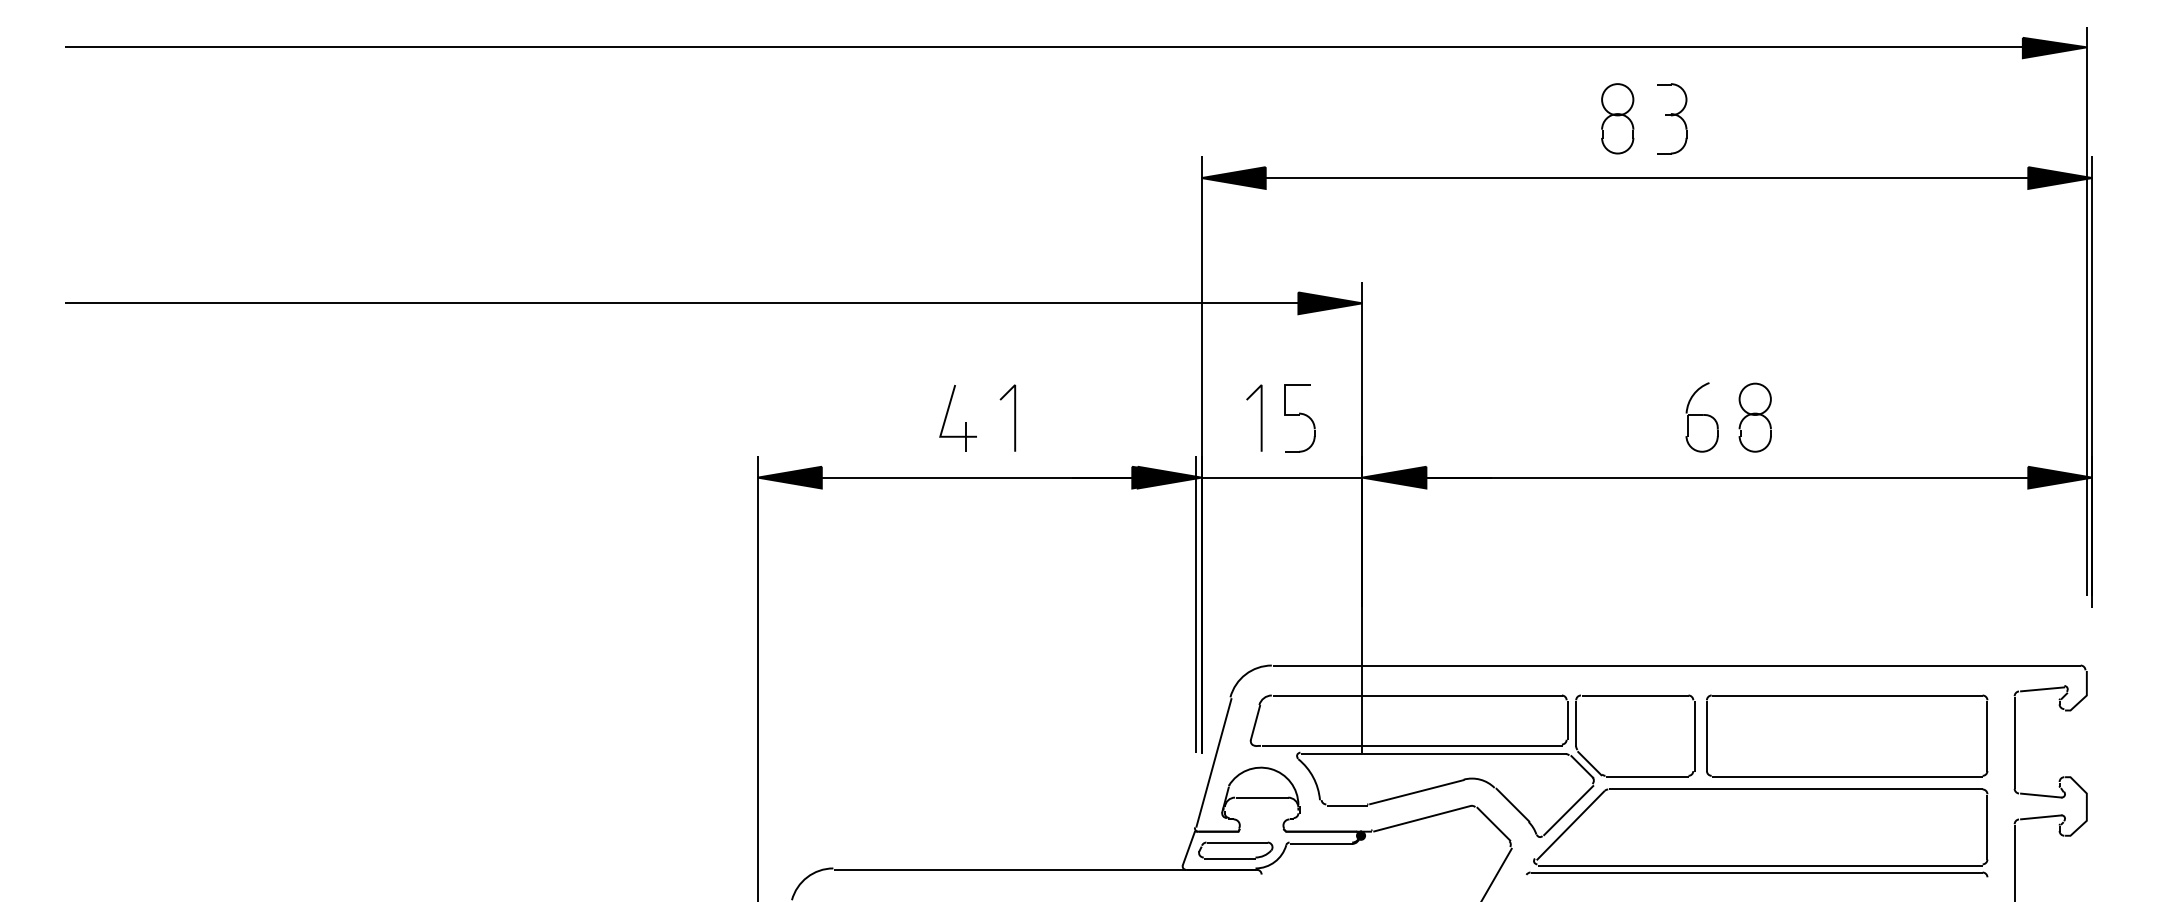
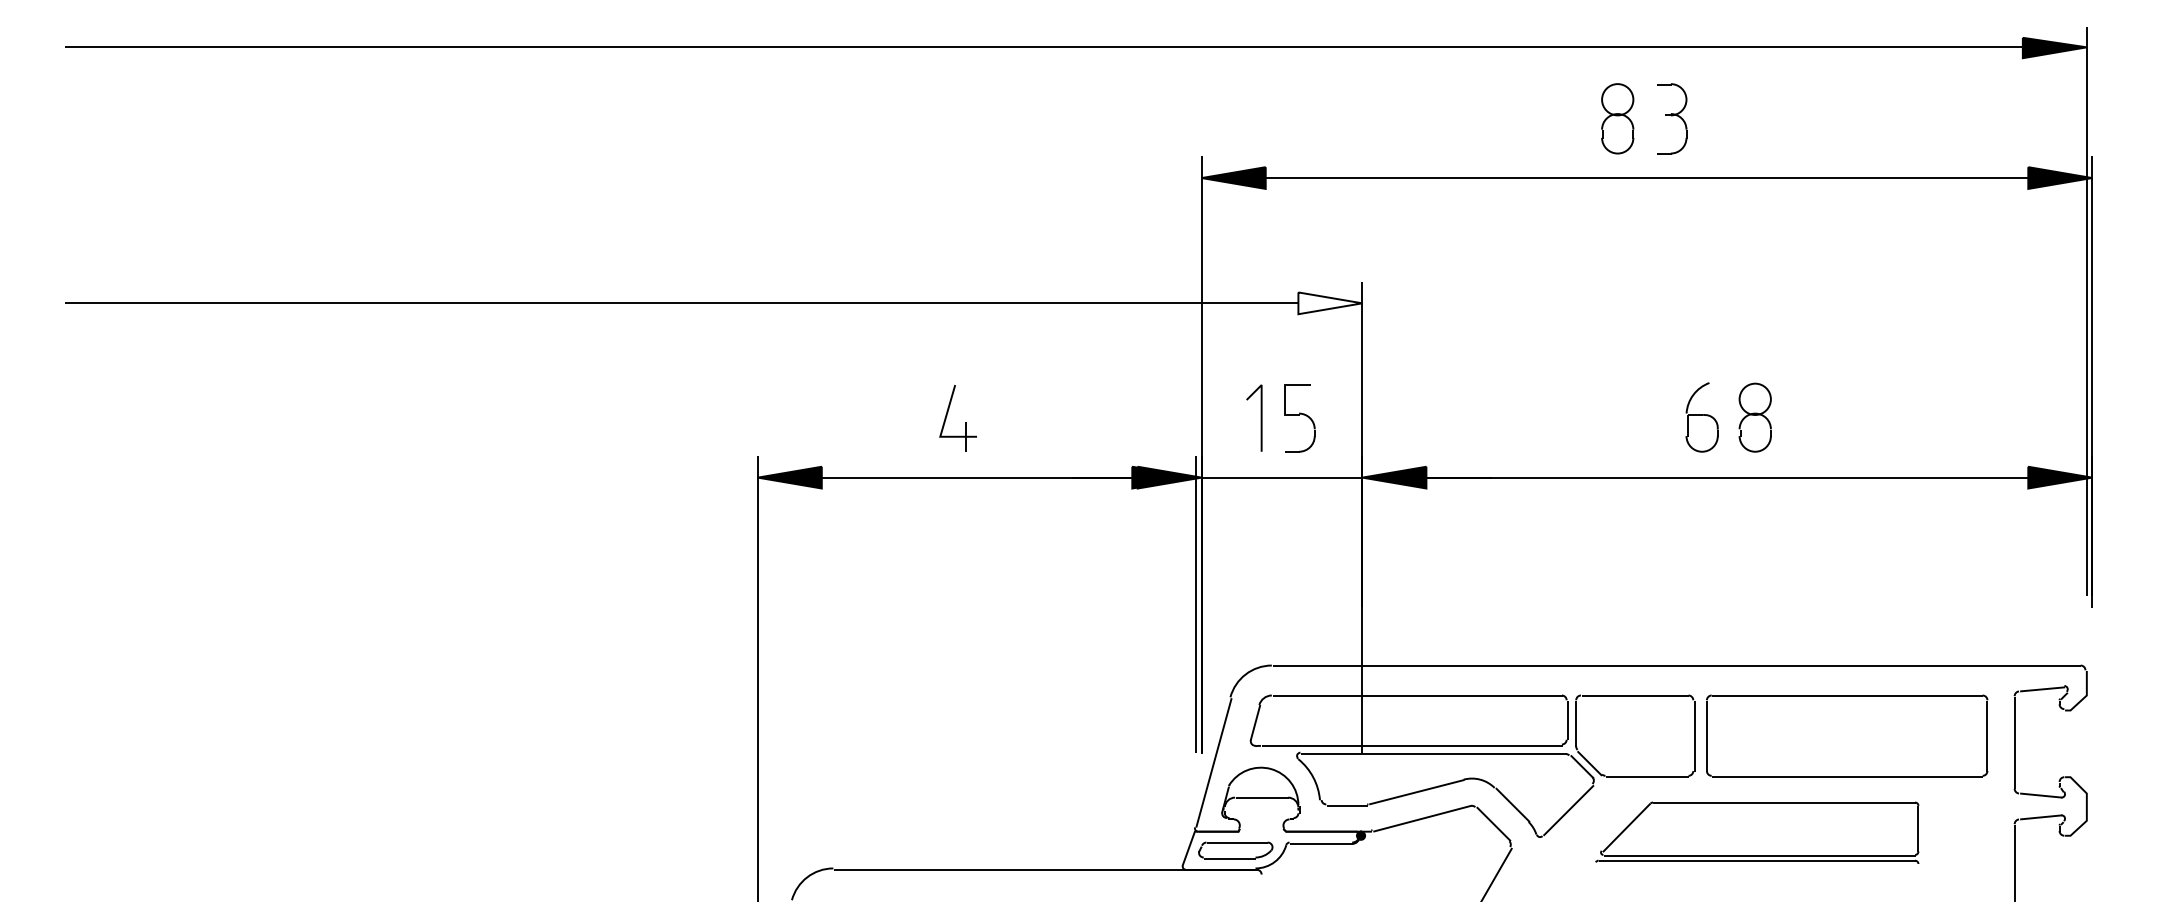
fill at (1330, 303): present -> none
curve at (1014, 417): present -> none
part at (1757, 832) size: 463x90 px -> 325x63 px
